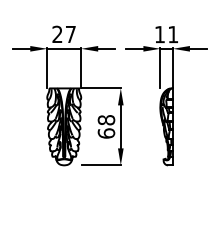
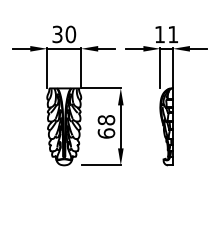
text at (64, 34): 27 -> 30
